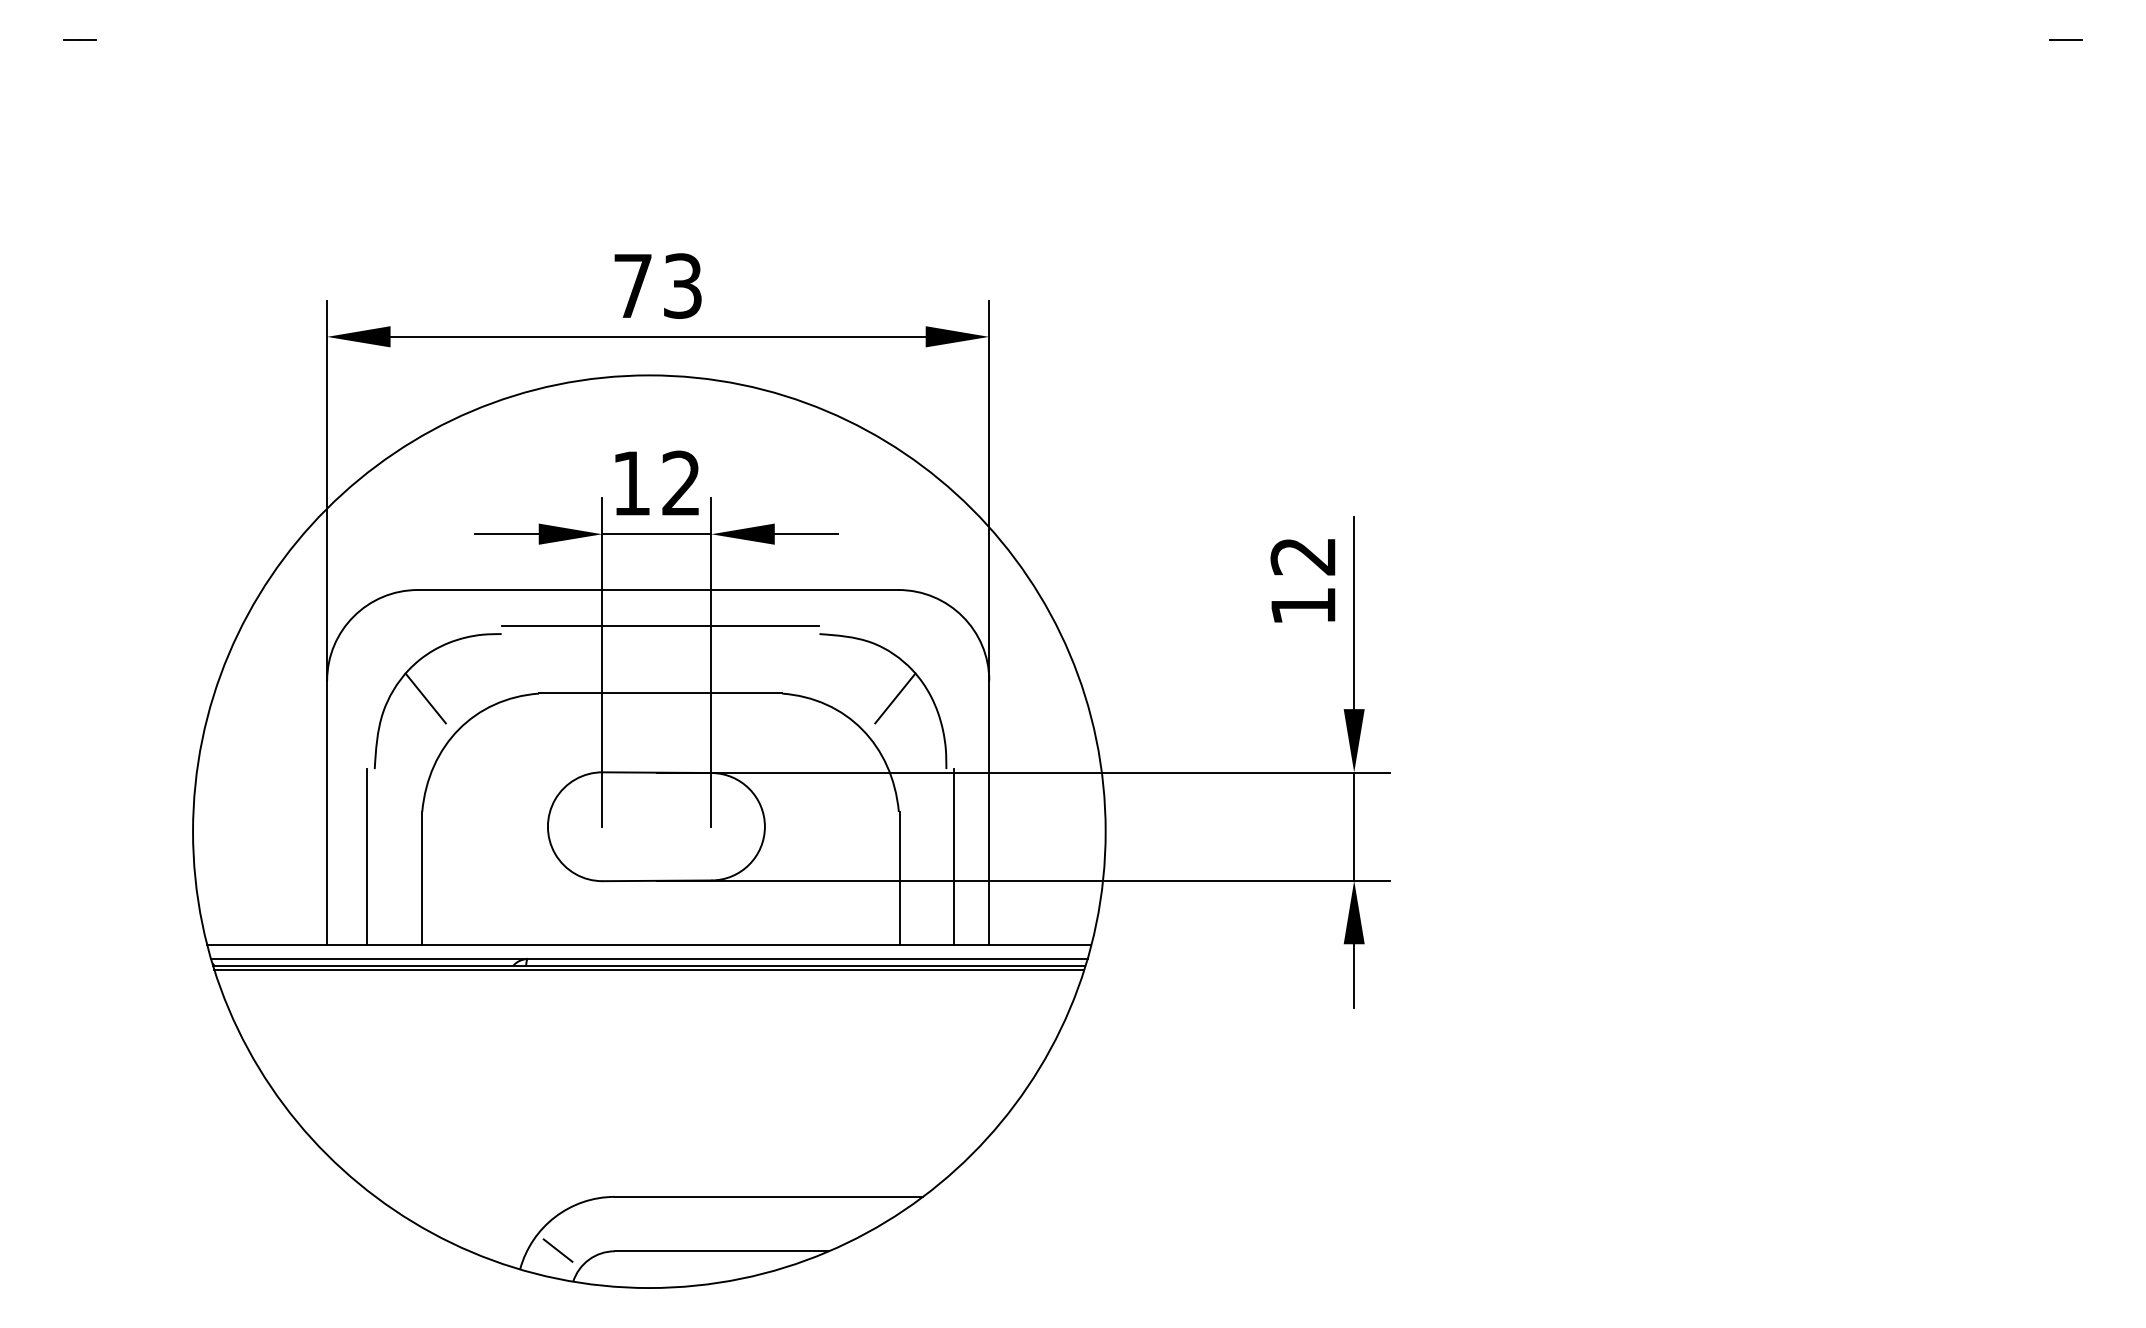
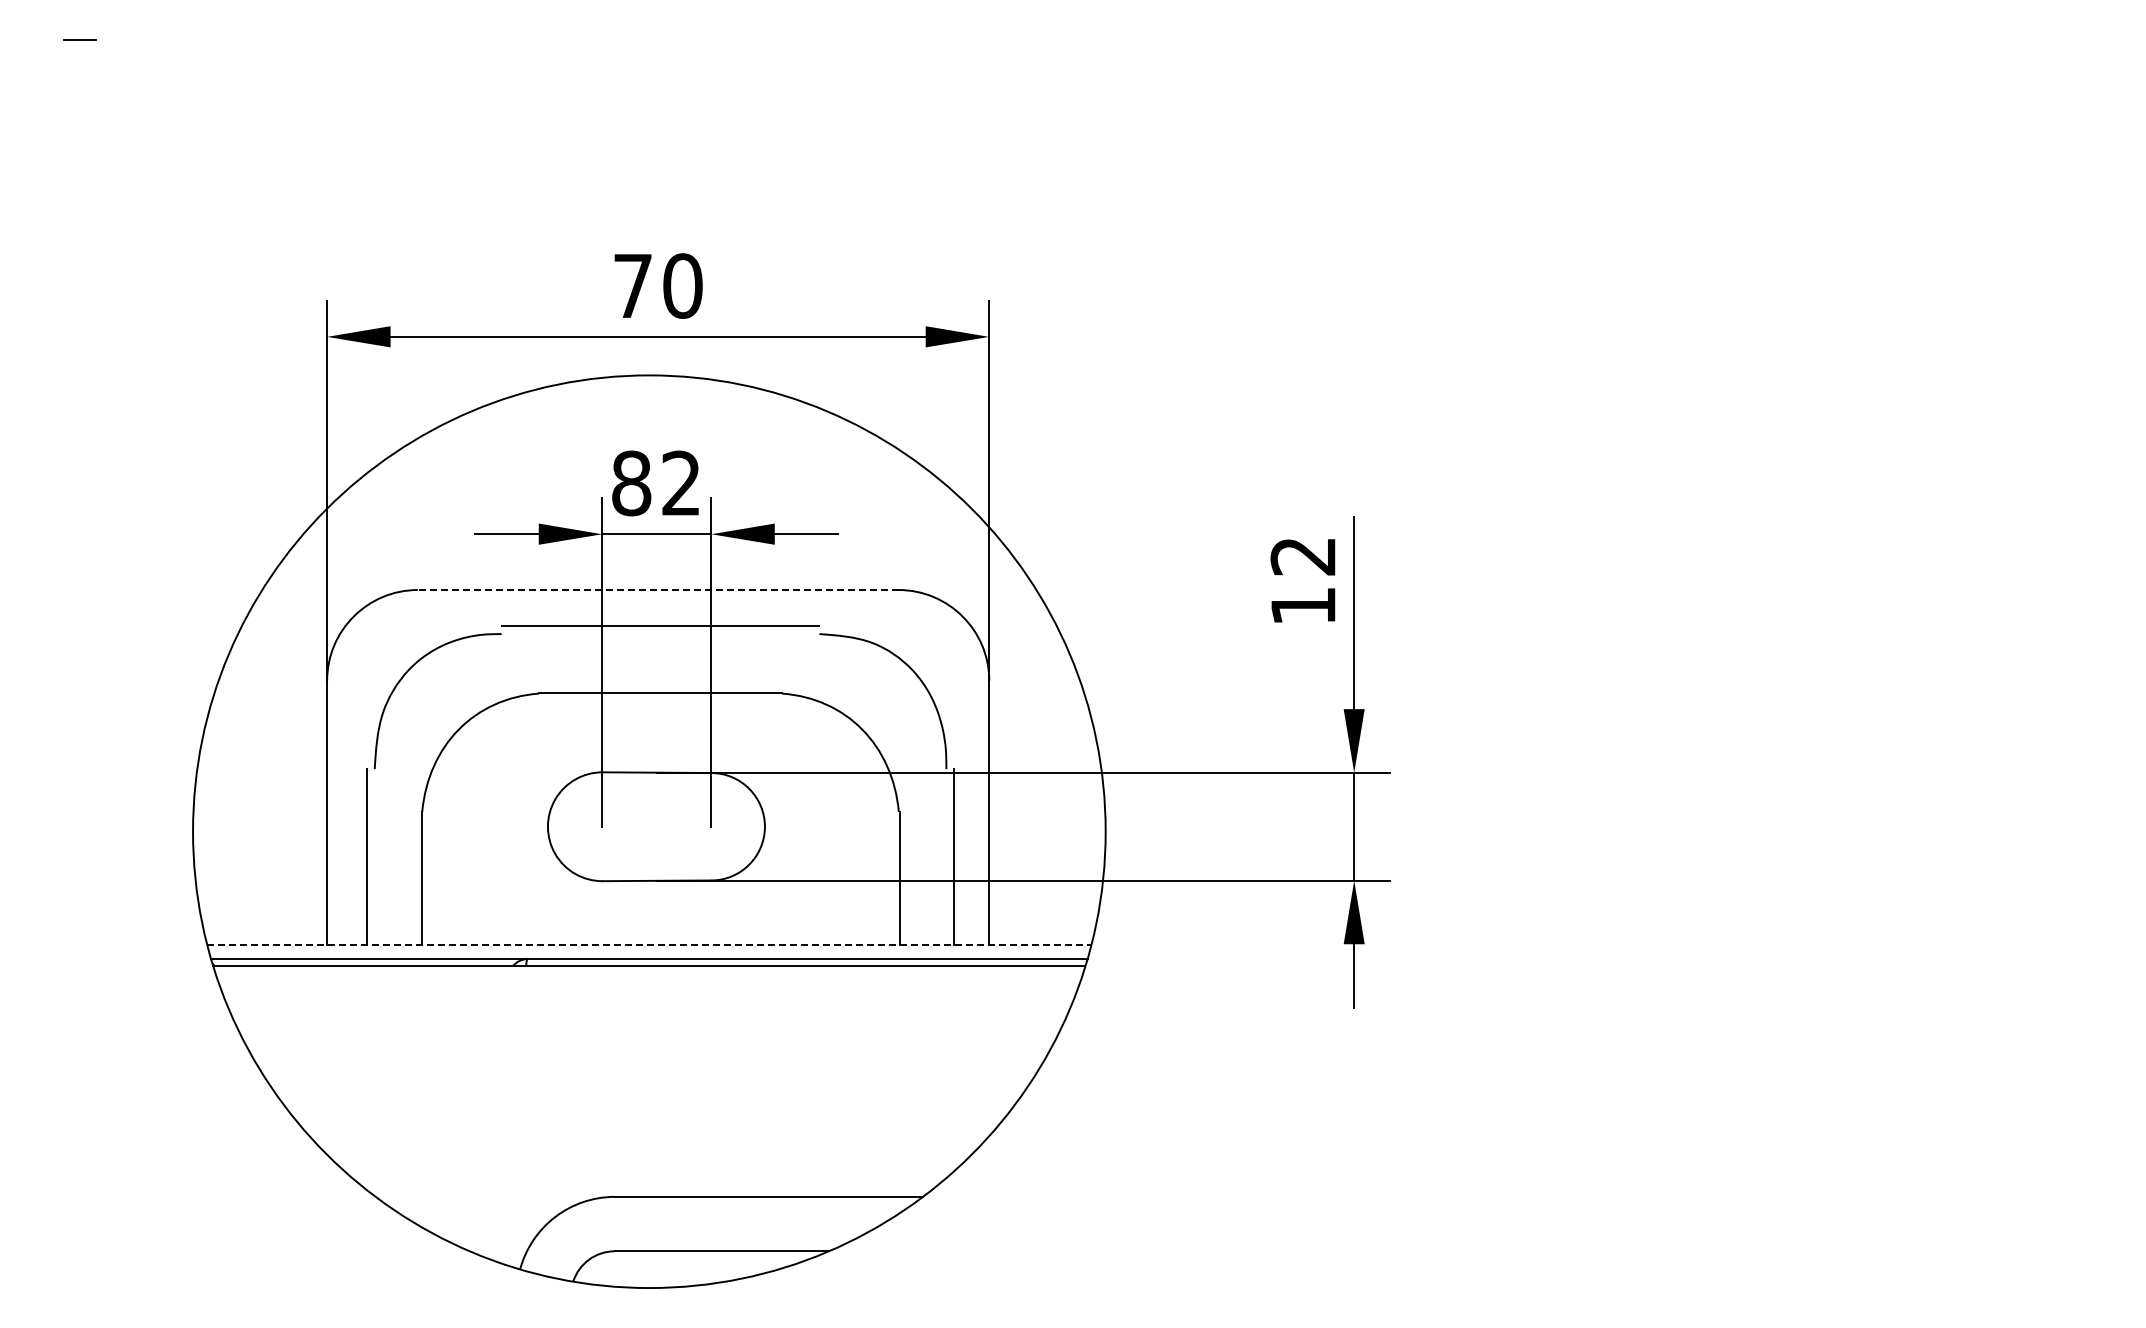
line at (2065, 39): present -> none
text at (682, 285): 73 -> 70
text at (631, 483): 12 -> 82
line at (657, 590): solid -> dashed
line at (425, 698): present -> none
line at (895, 698): present -> none
line at (649, 945): solid -> dashed
line at (649, 969): present -> none
line at (557, 1250): present -> none
